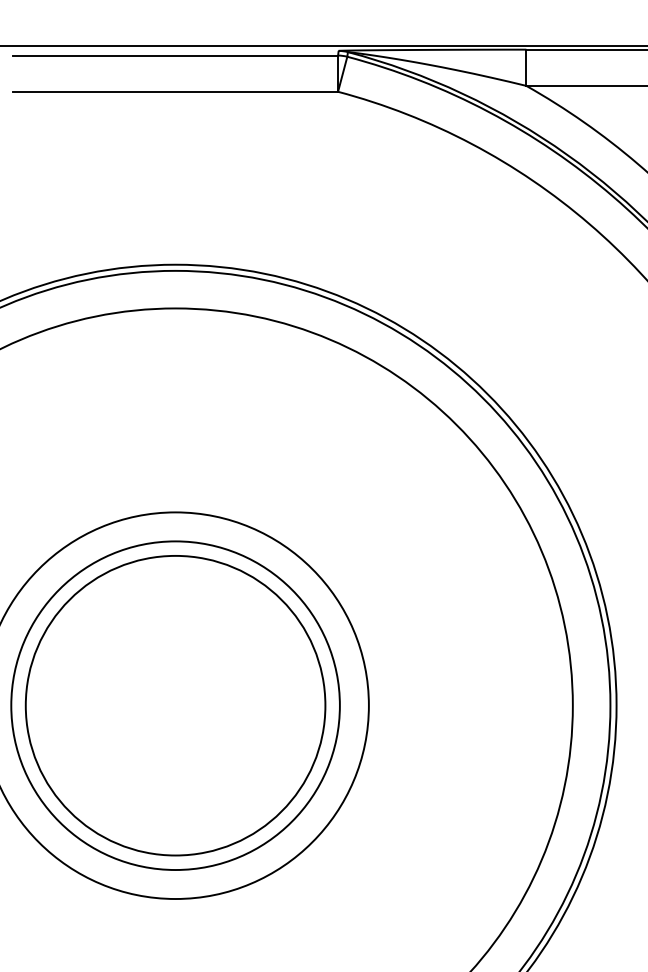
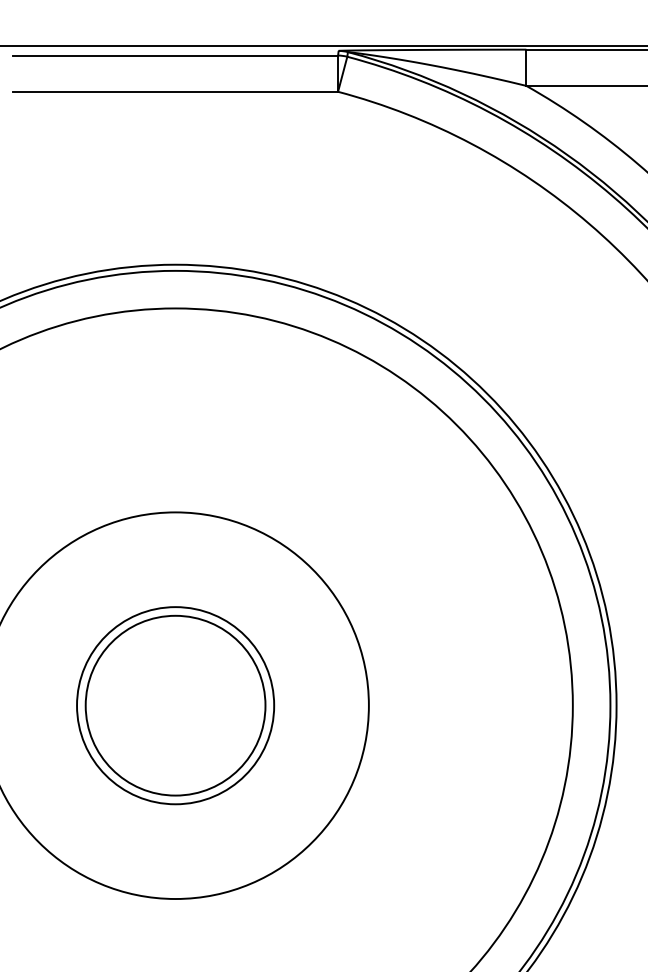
circle at (175, 705) diameter: 300 px -> 180 px
circle at (175, 705) diameter: 329 px -> 197 px
